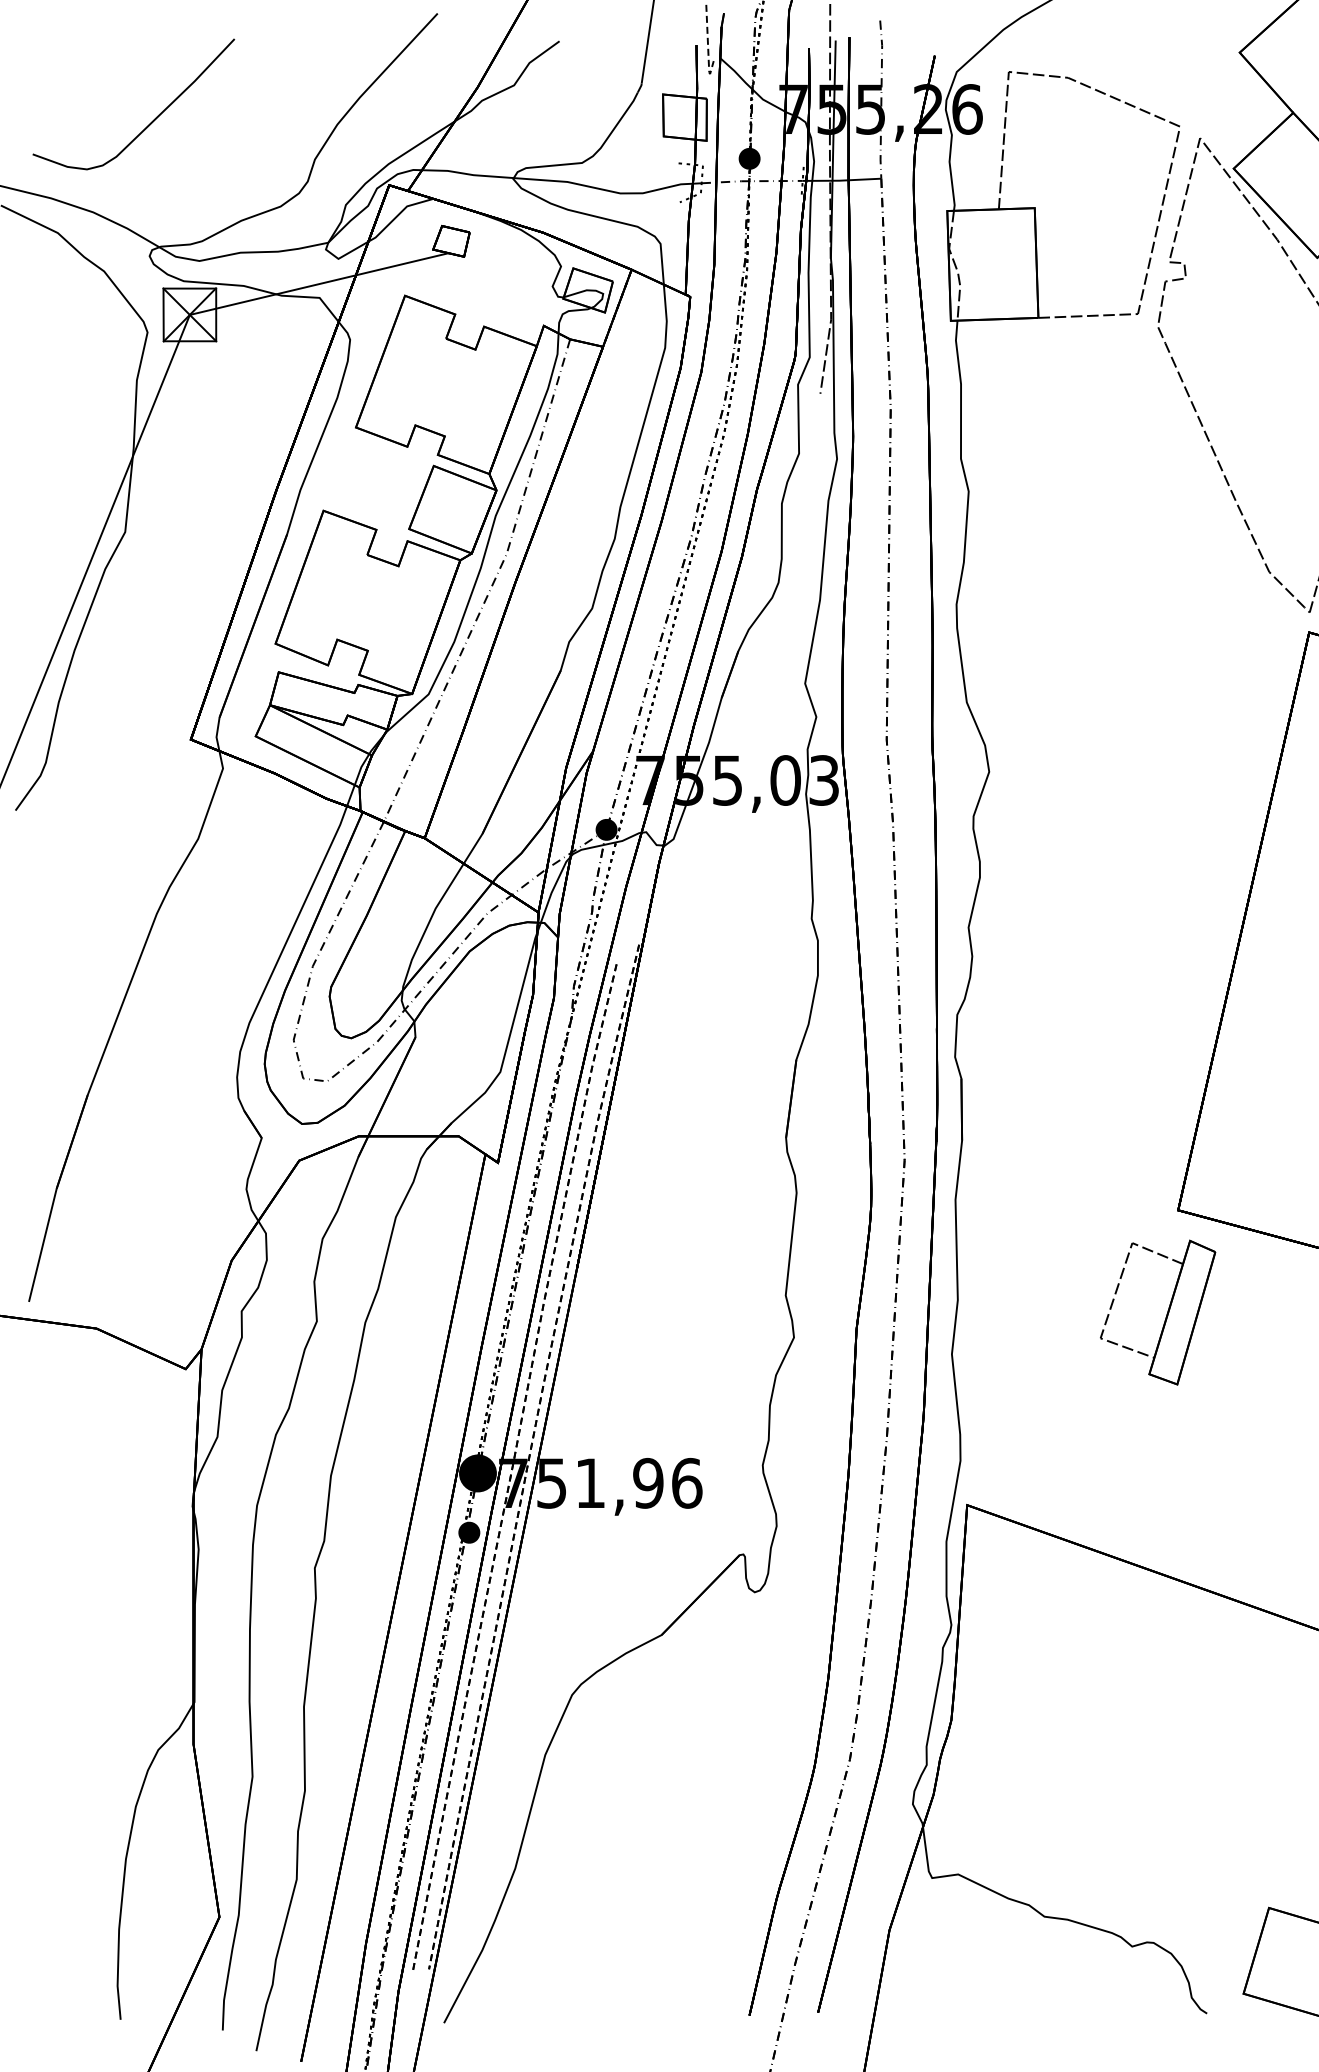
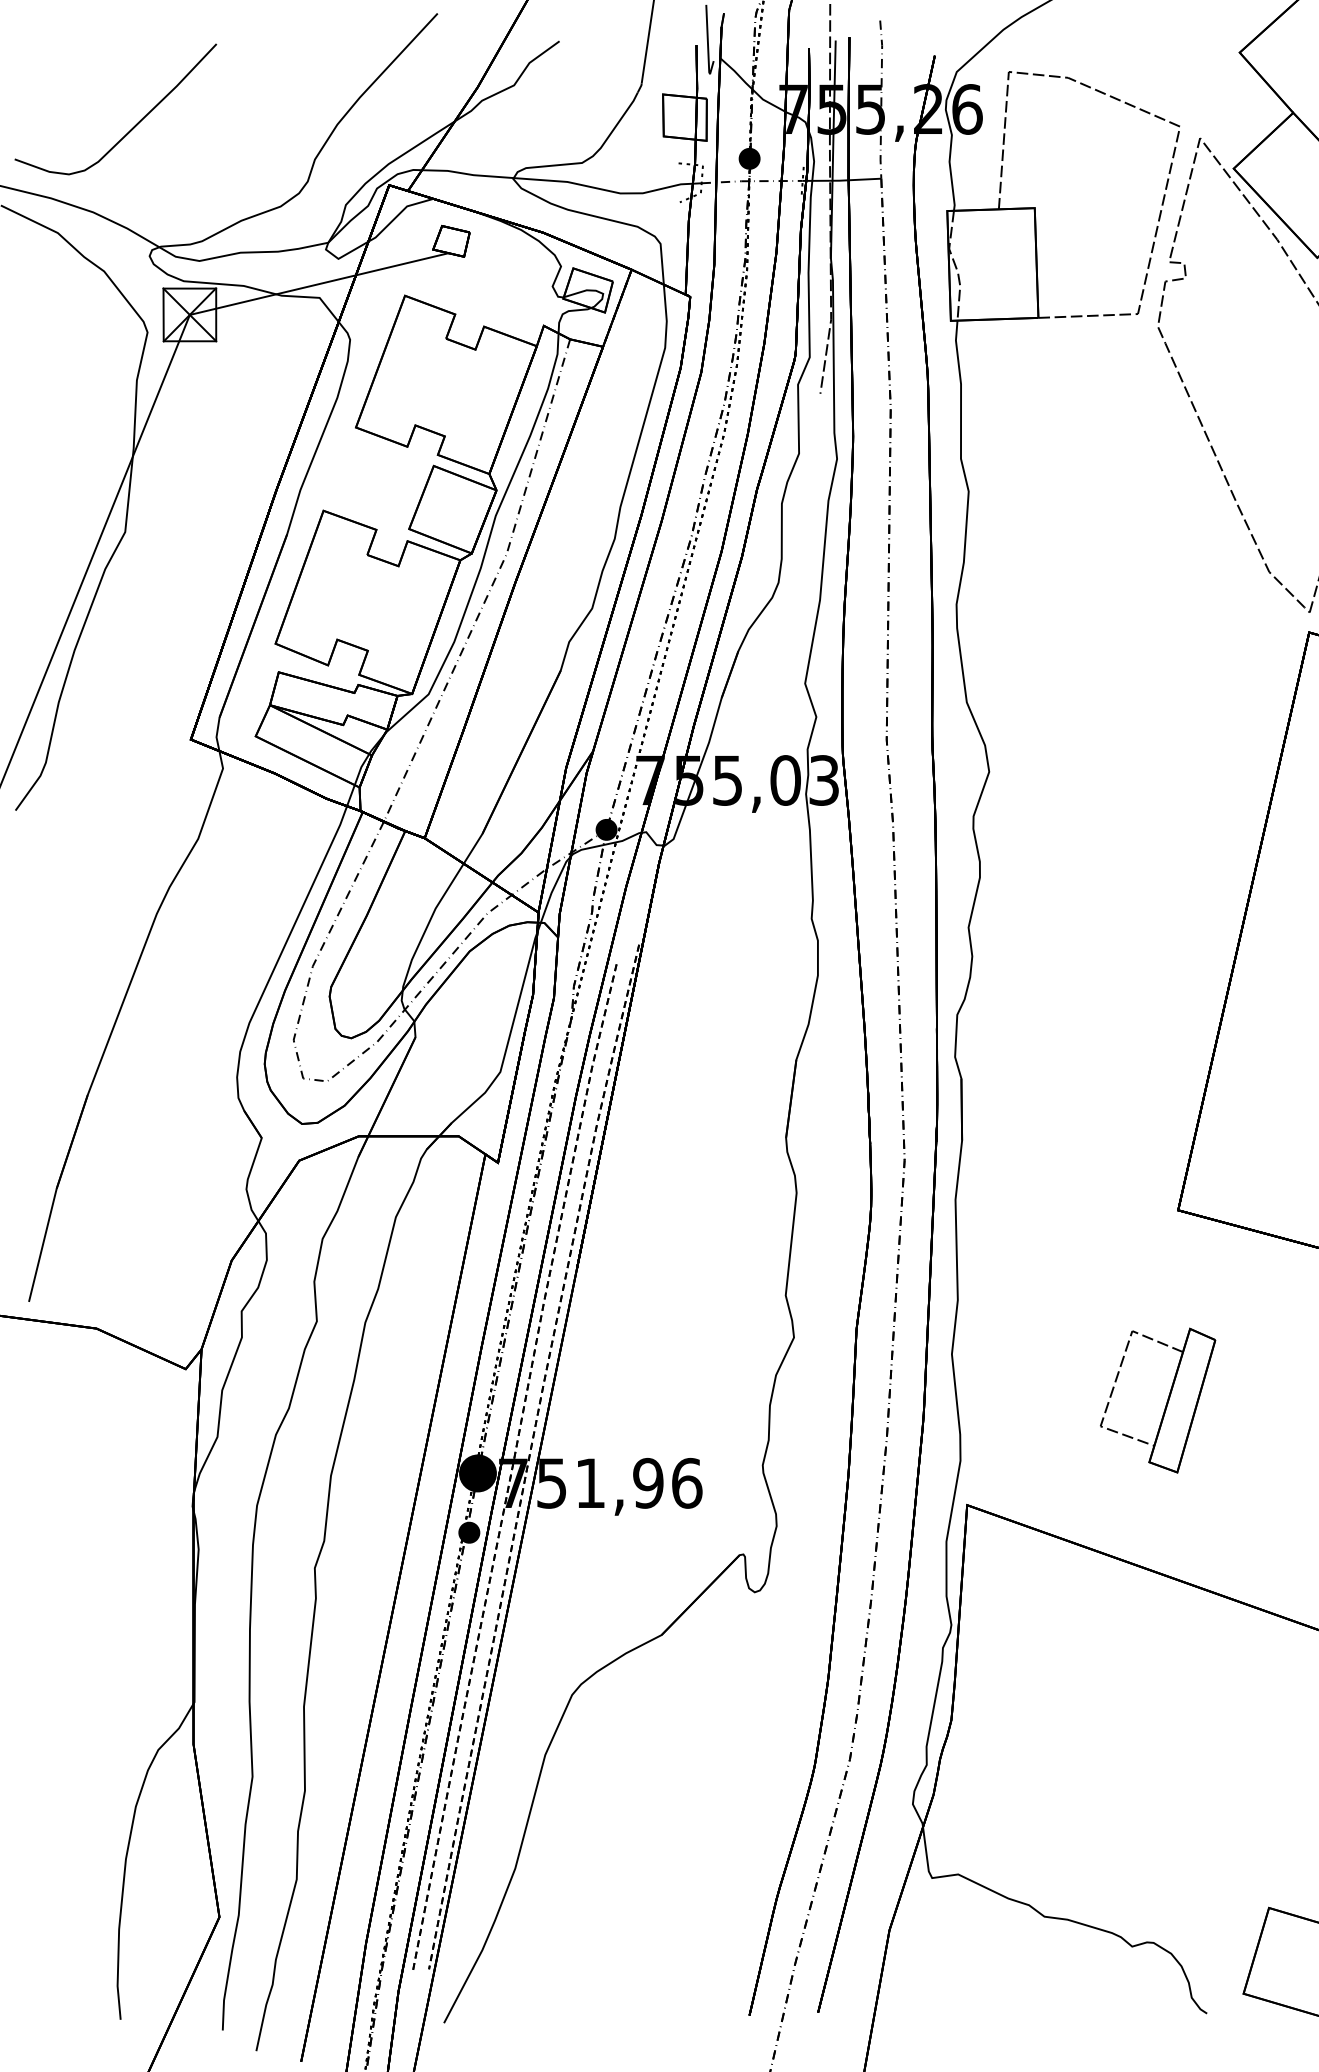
line at (708, 48): dashed -> solid
curve at (151, 121) position: (151, 121) -> (133, 126)
part at (1166, 1313) position: (1166, 1313) -> (1166, 1401)
